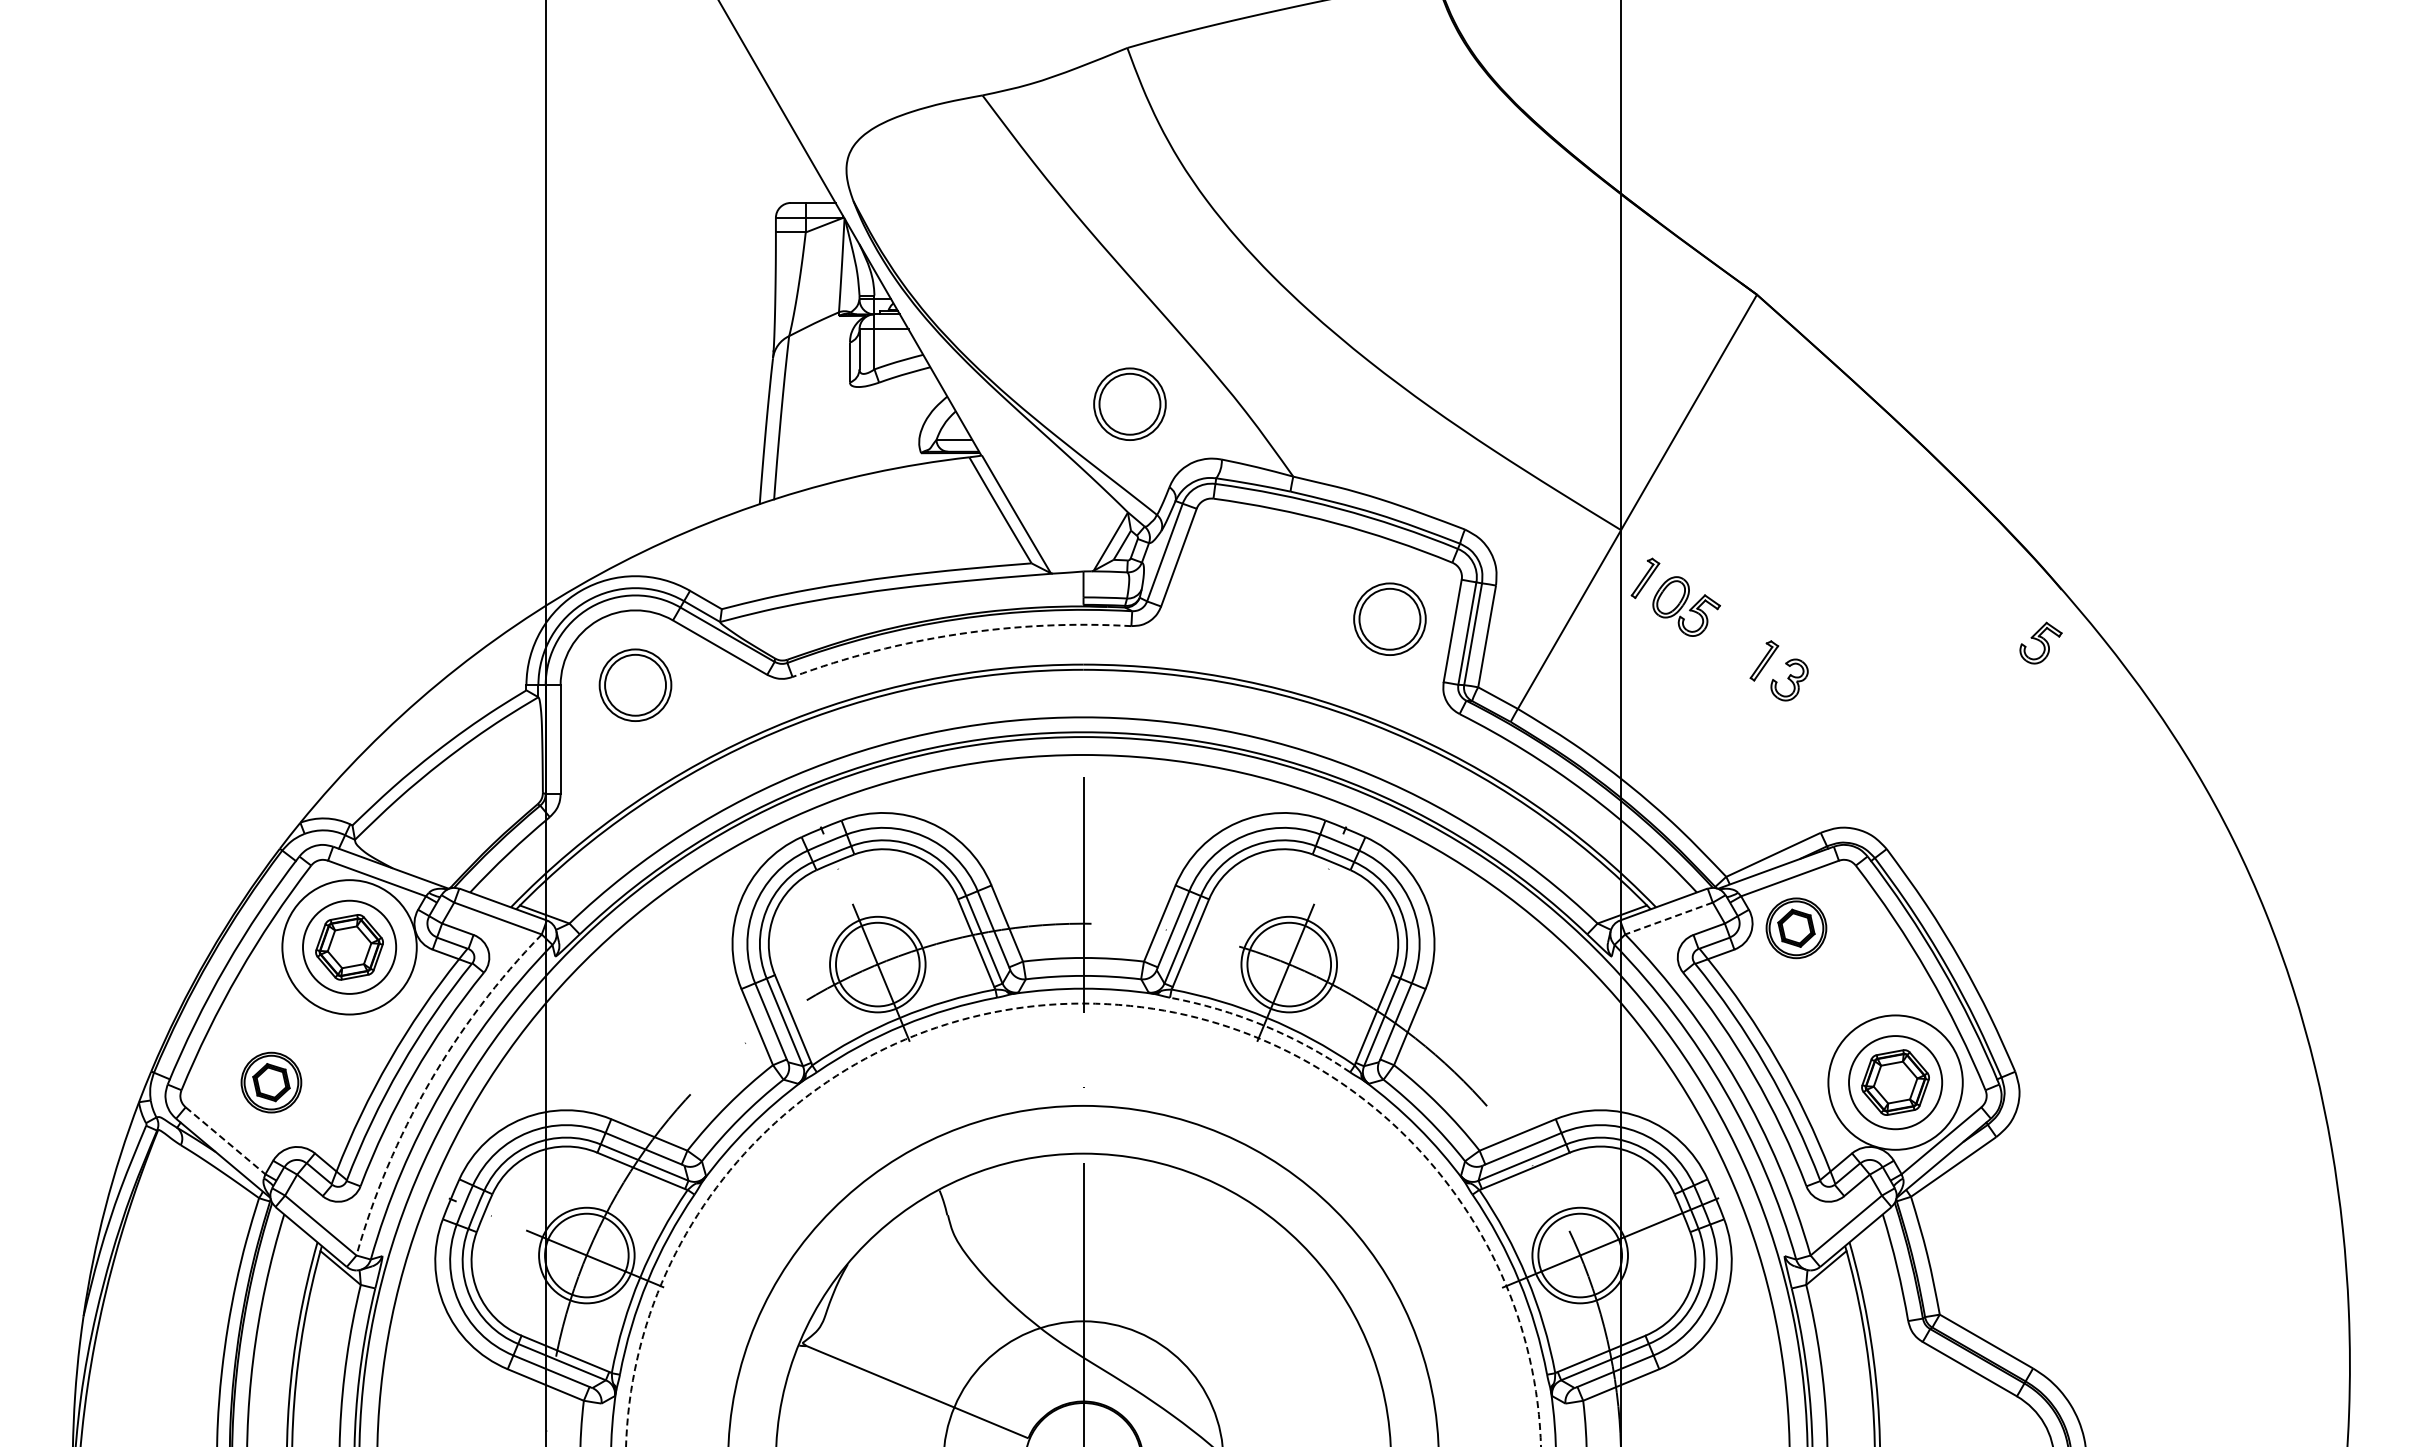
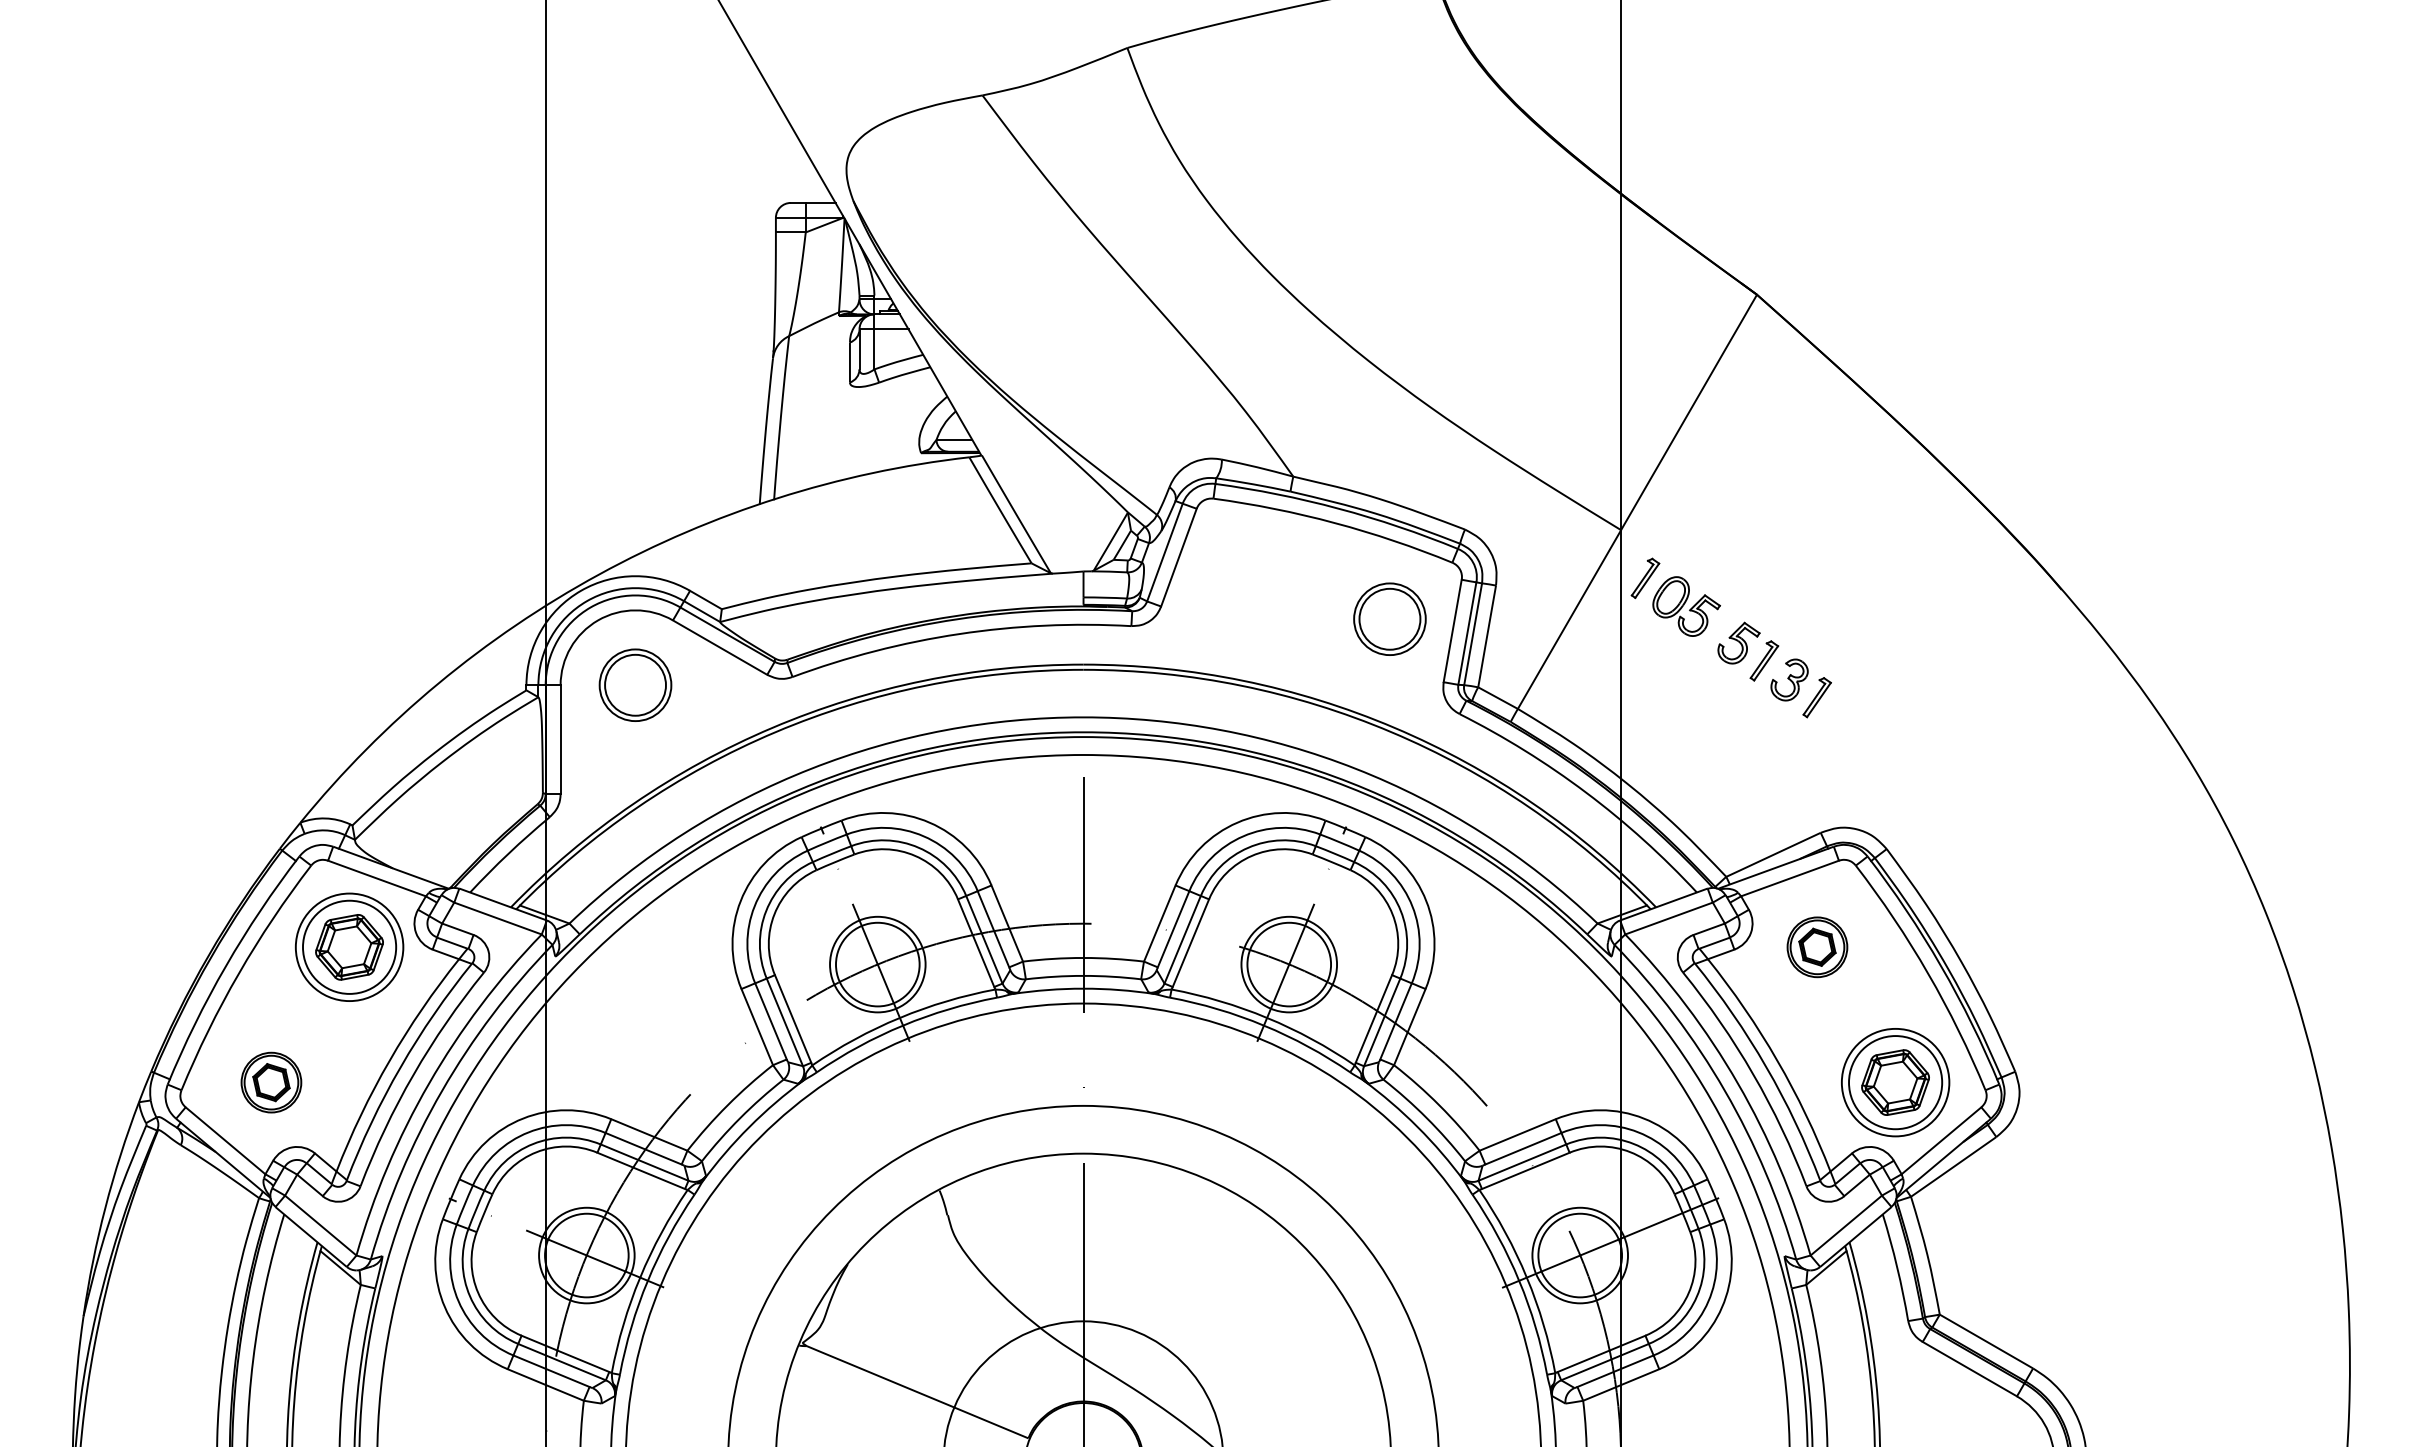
part at (1129, 403): present -> none
arc at (959, 634): dashed -> solid
part at (2040, 642) position: (2040, 642) -> (1738, 642)
part at (1816, 697): none -> present
line at (1669, 918): dashed -> solid
part at (1796, 928) position: (1796, 928) -> (1817, 947)
circle at (349, 947) diameter: 134 px -> 108 px
arc at (1264, 1025): dashed -> solid
circle at (1895, 1082) diameter: 134 px -> 108 px
arc at (429, 1083): dashed -> solid
line at (225, 1141): dashed -> solid
circle at (1083, 1224): dashed -> solid
